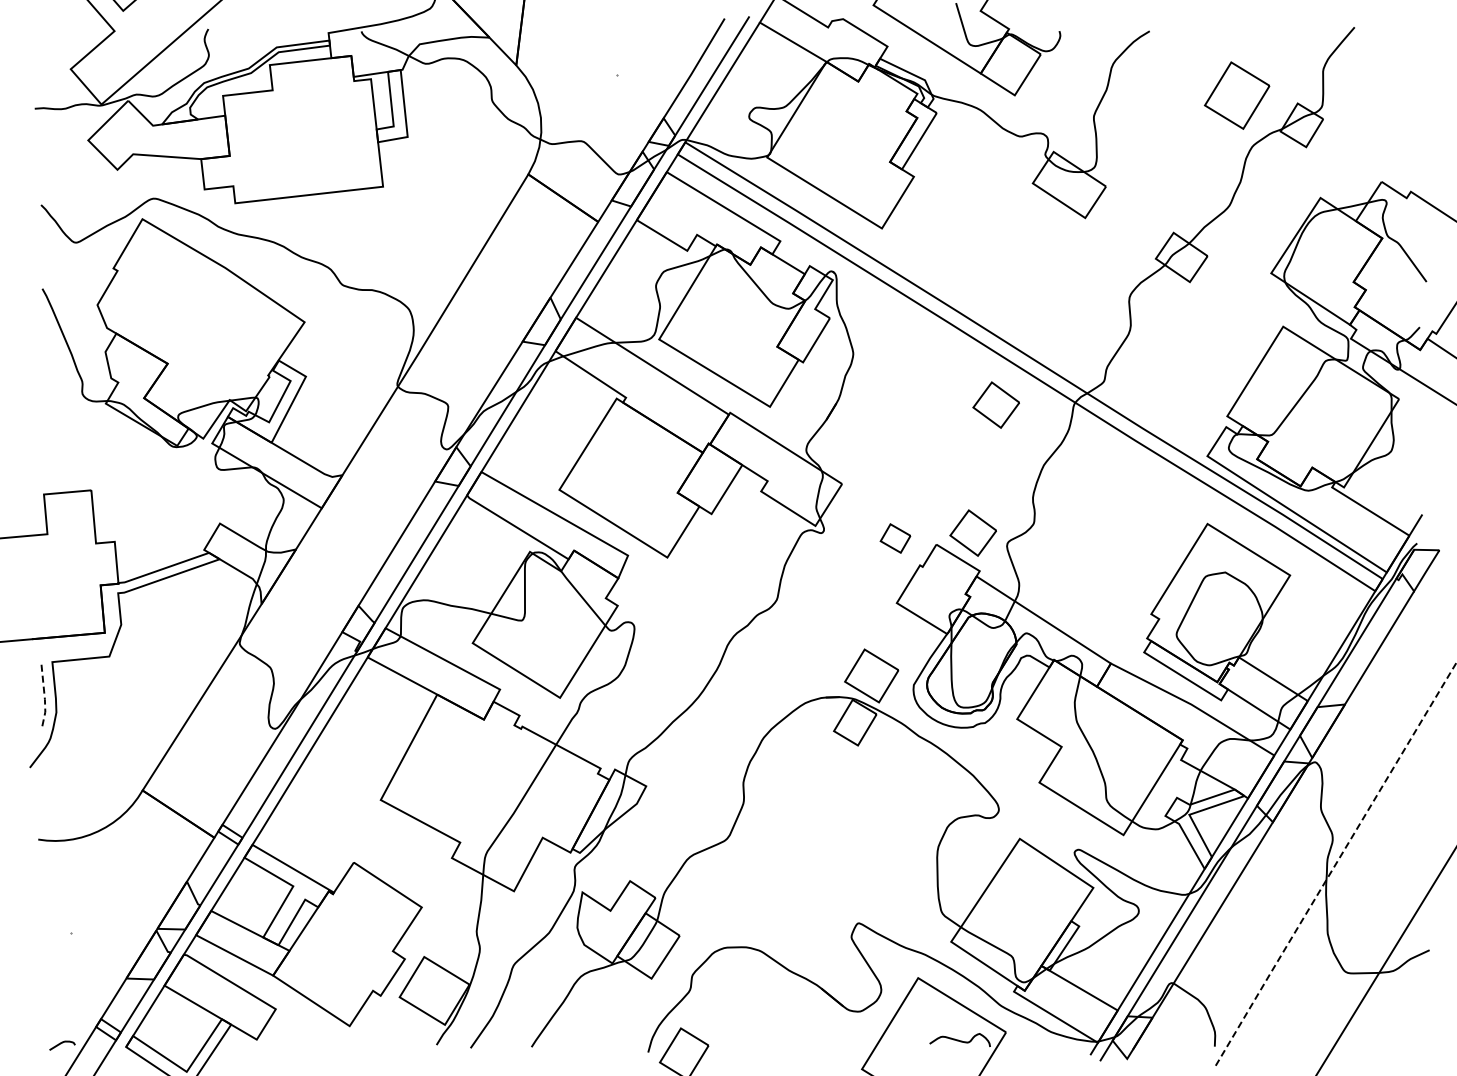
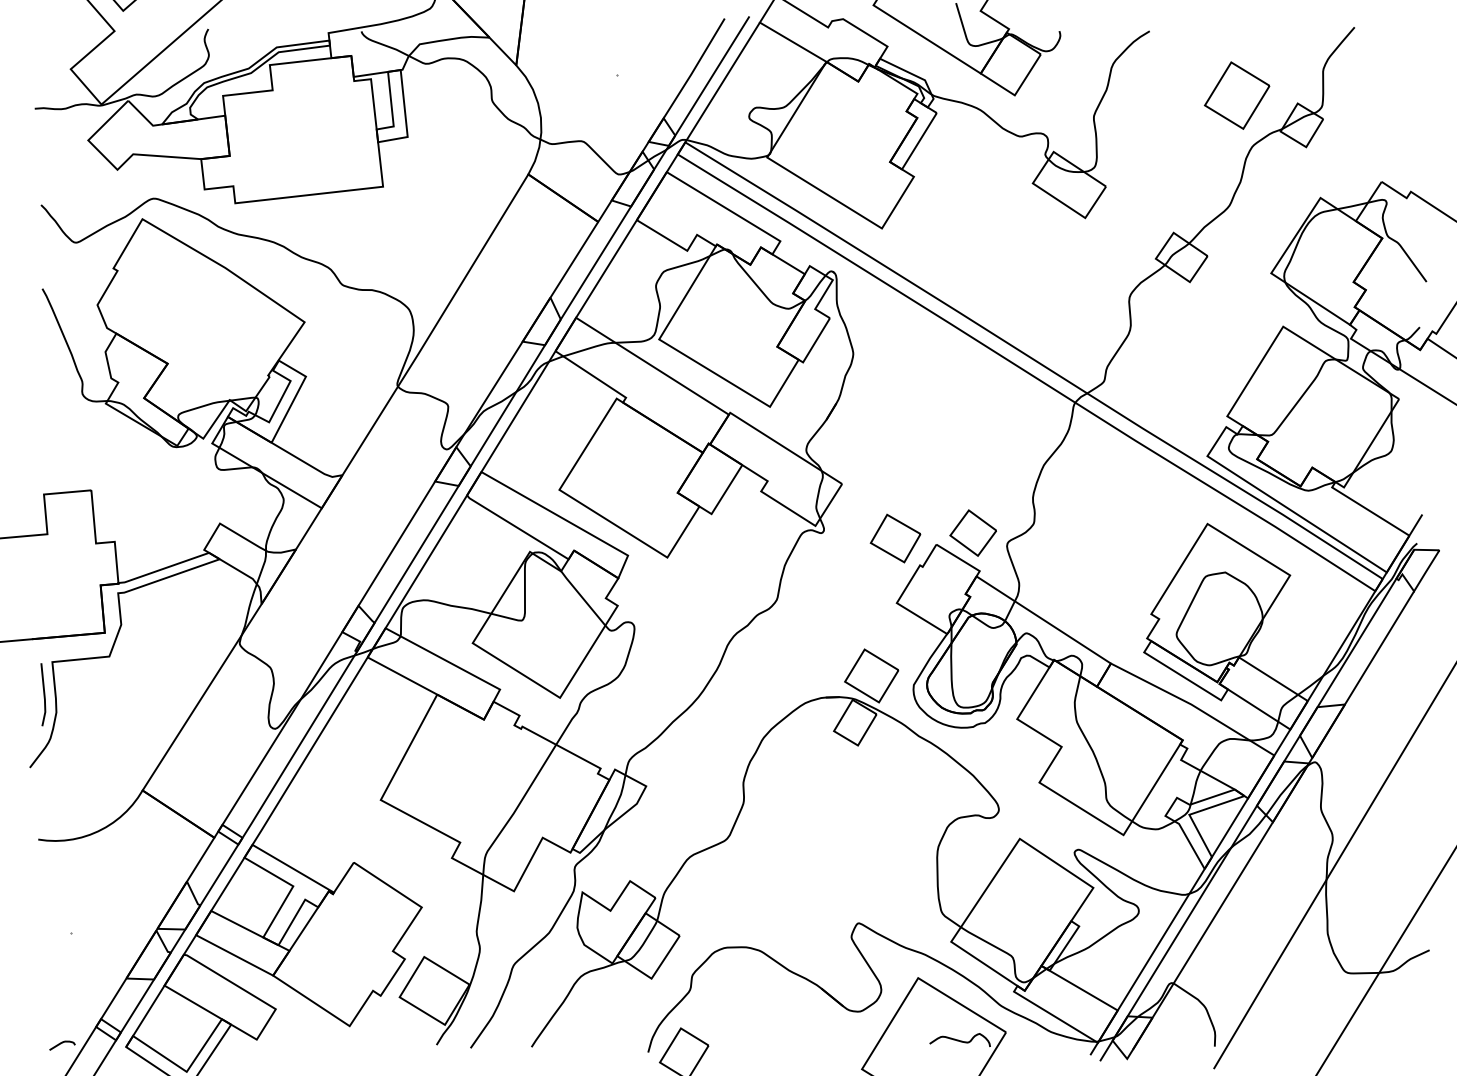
part at (995, 404): present -> none
part at (895, 538) size: 33x31 px -> 53x51 px
line at (44, 695): dashed -> solid
line at (1334, 865): dashed -> solid
